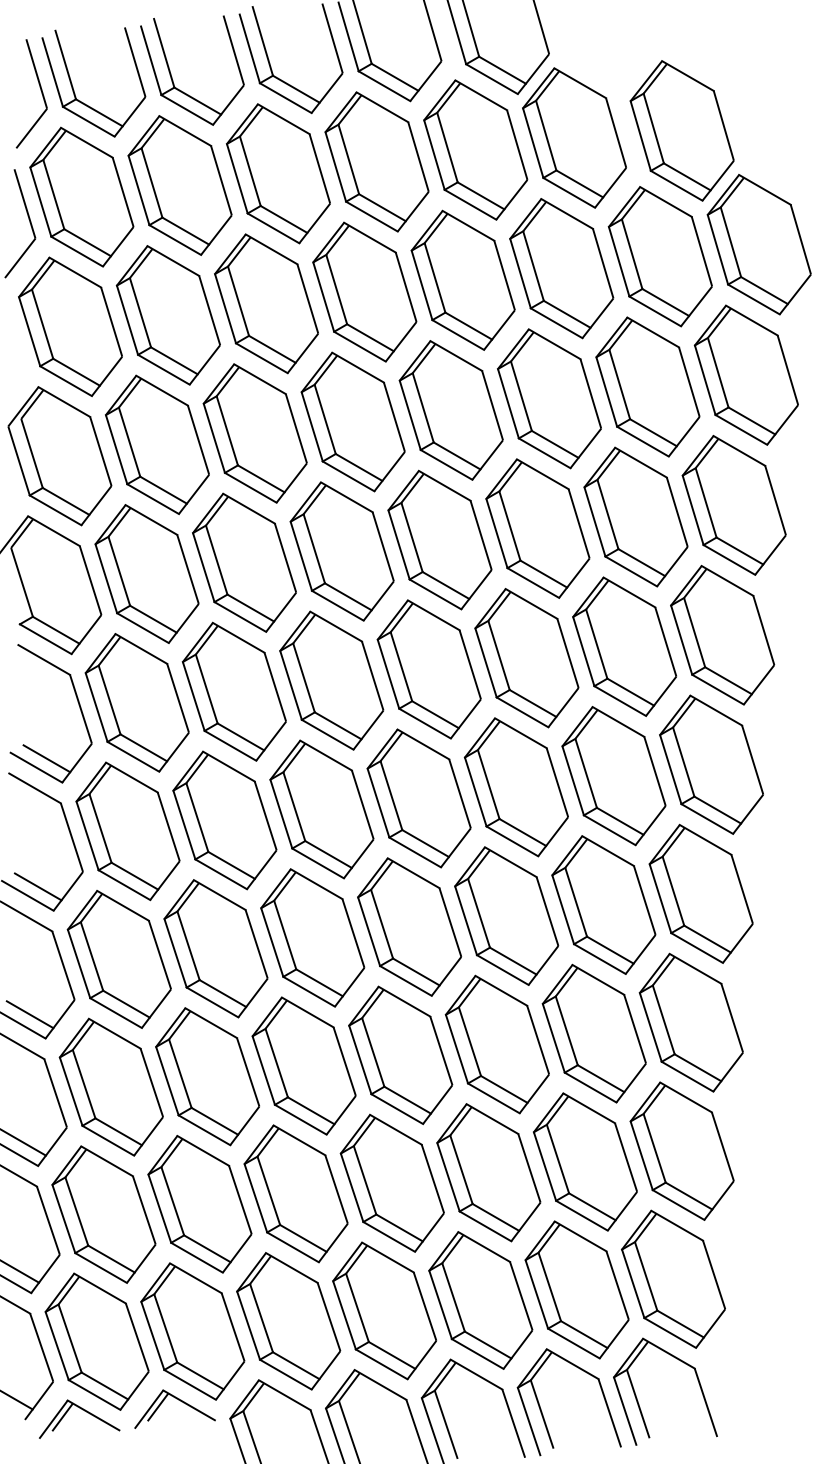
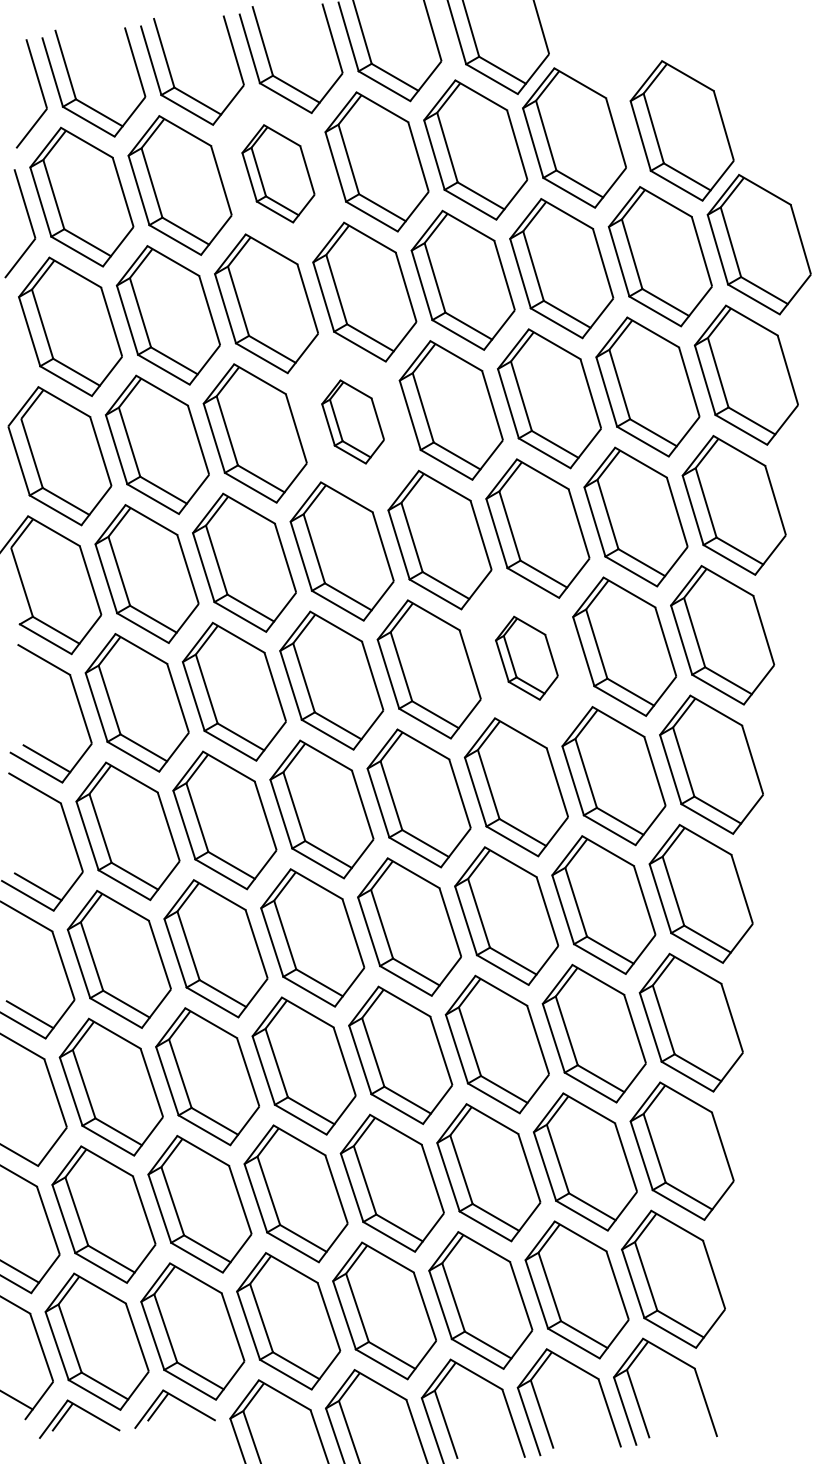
part at (278, 173) size: 105x142 px -> 75x100 px
part at (352, 421) size: 106x142 px -> 64x86 px
part at (526, 658) size: 106x141 px -> 64x86 px
line at (23, 1142): present -> none
